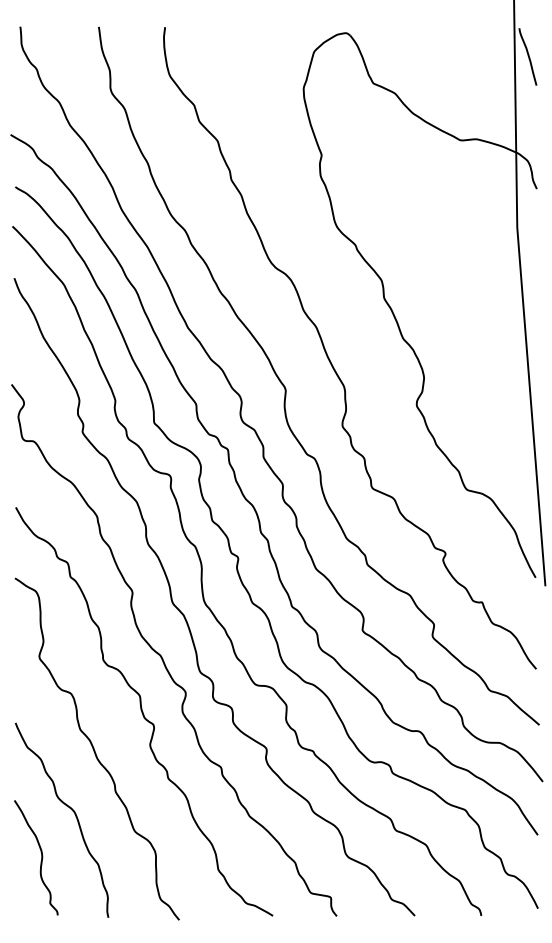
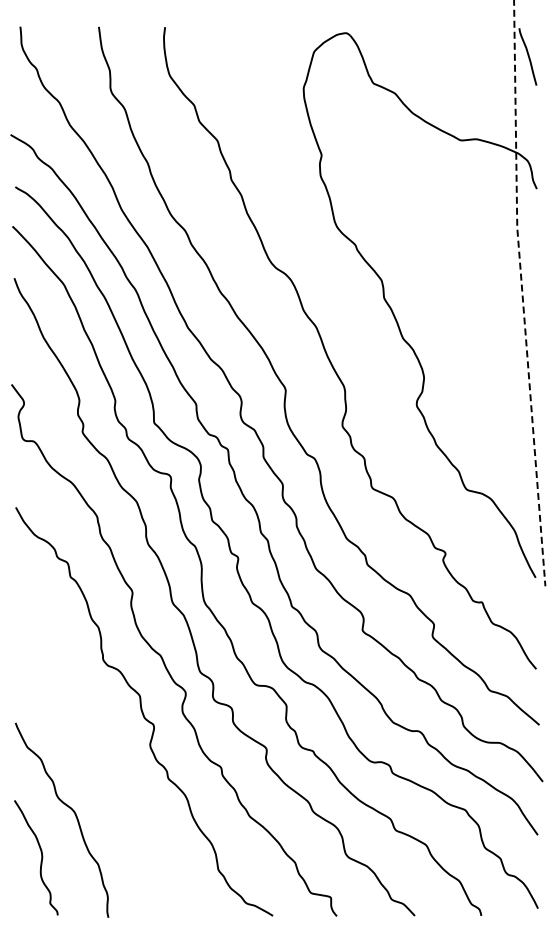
line at (522, 293): solid -> dashed
curve at (94, 748): present -> none
